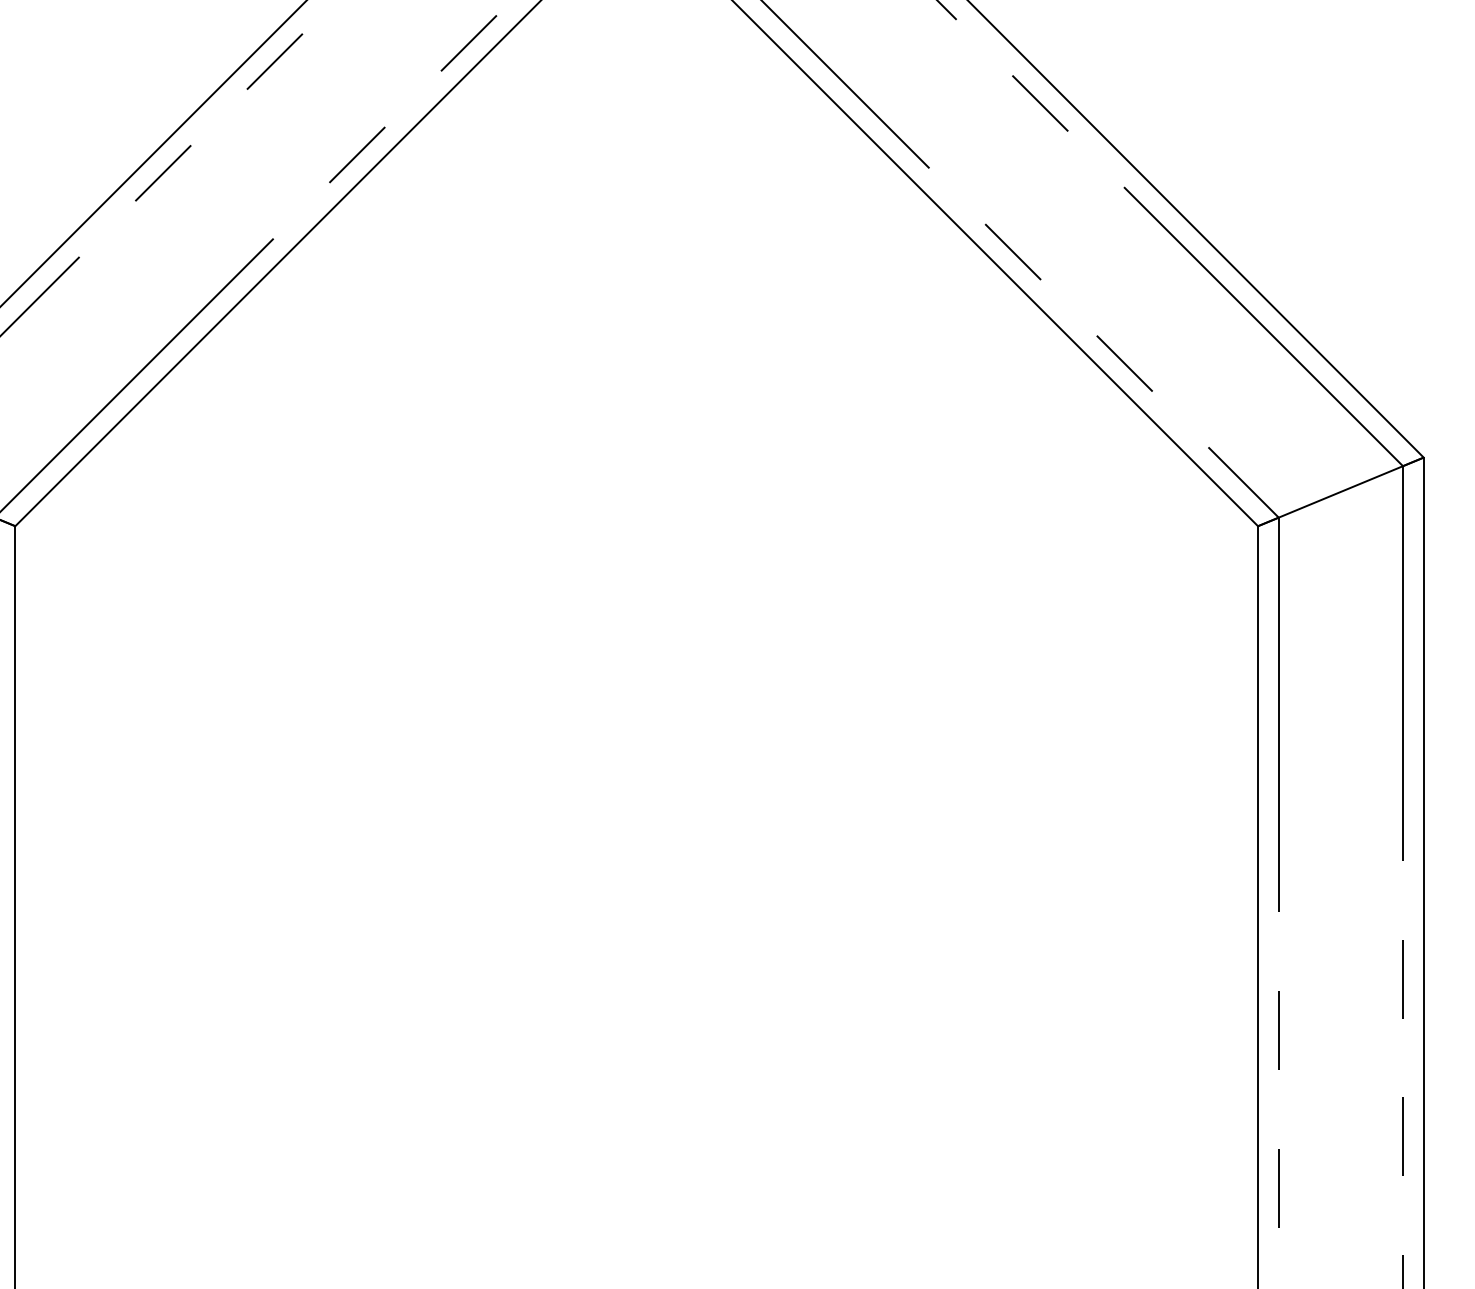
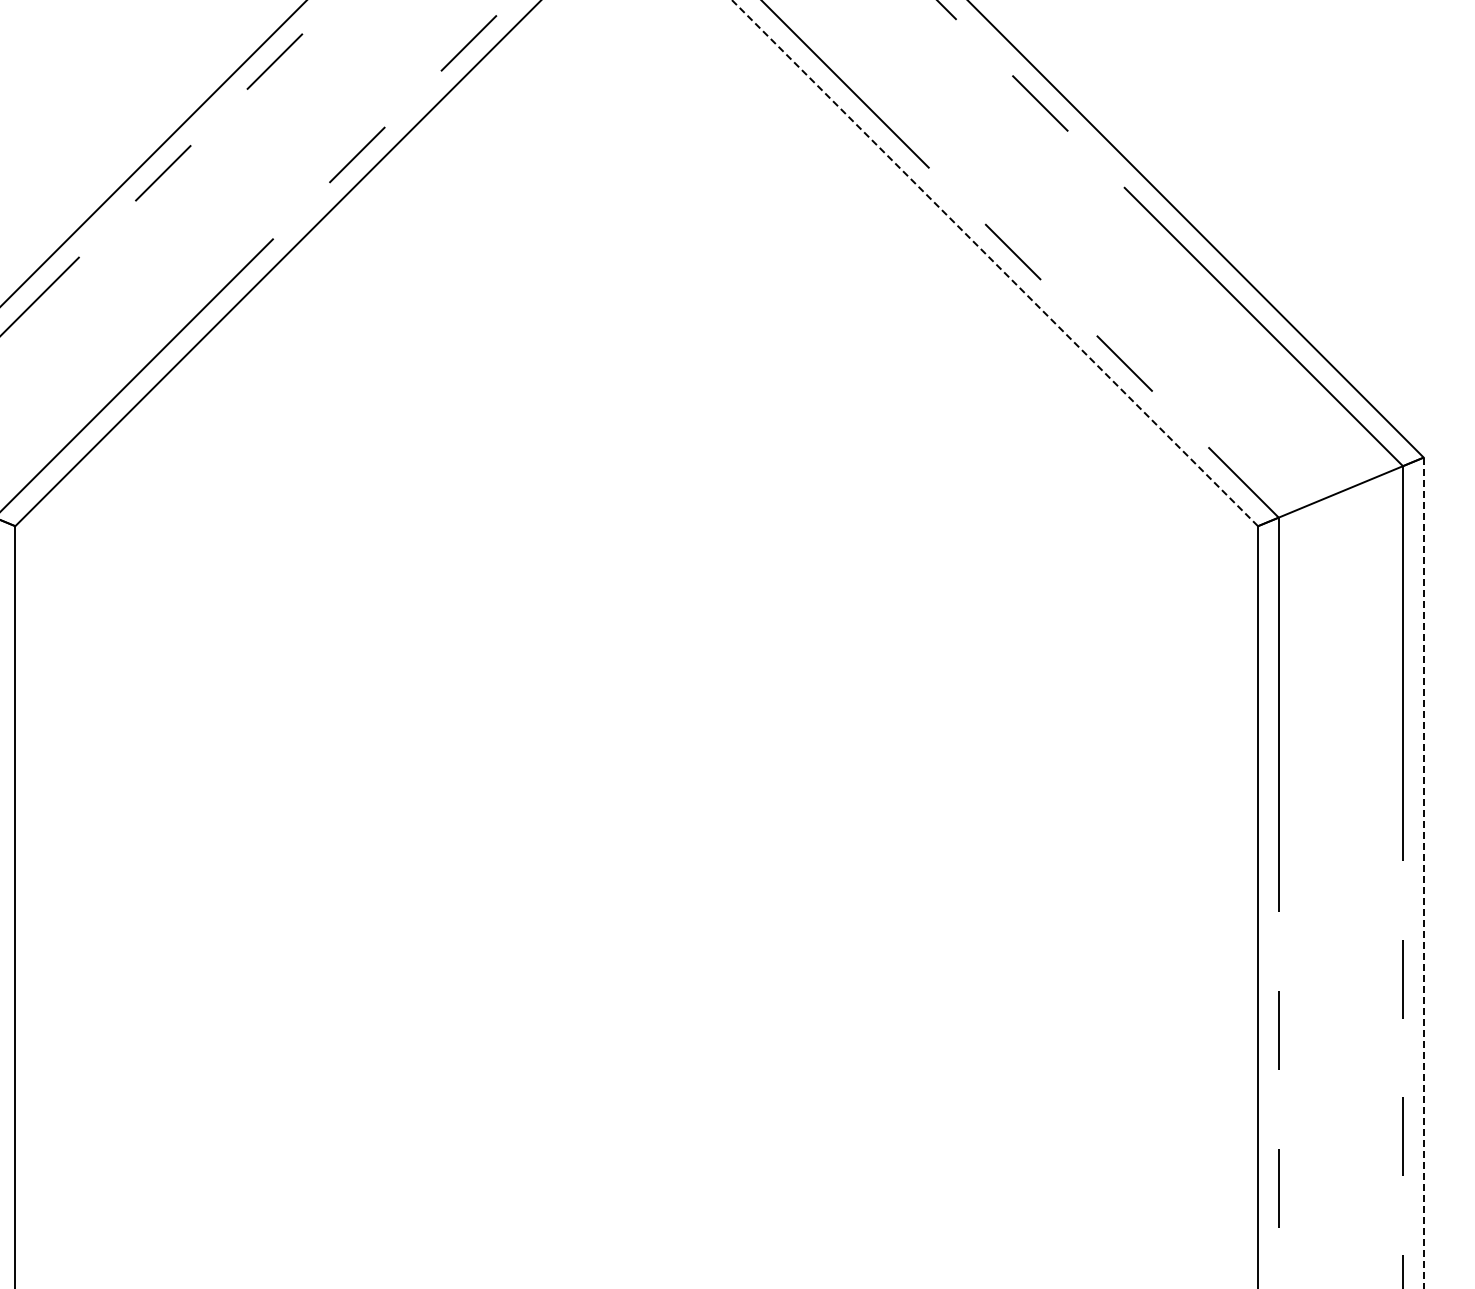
line at (995, 263): solid -> dashed
line at (1423, 873): solid -> dashed
